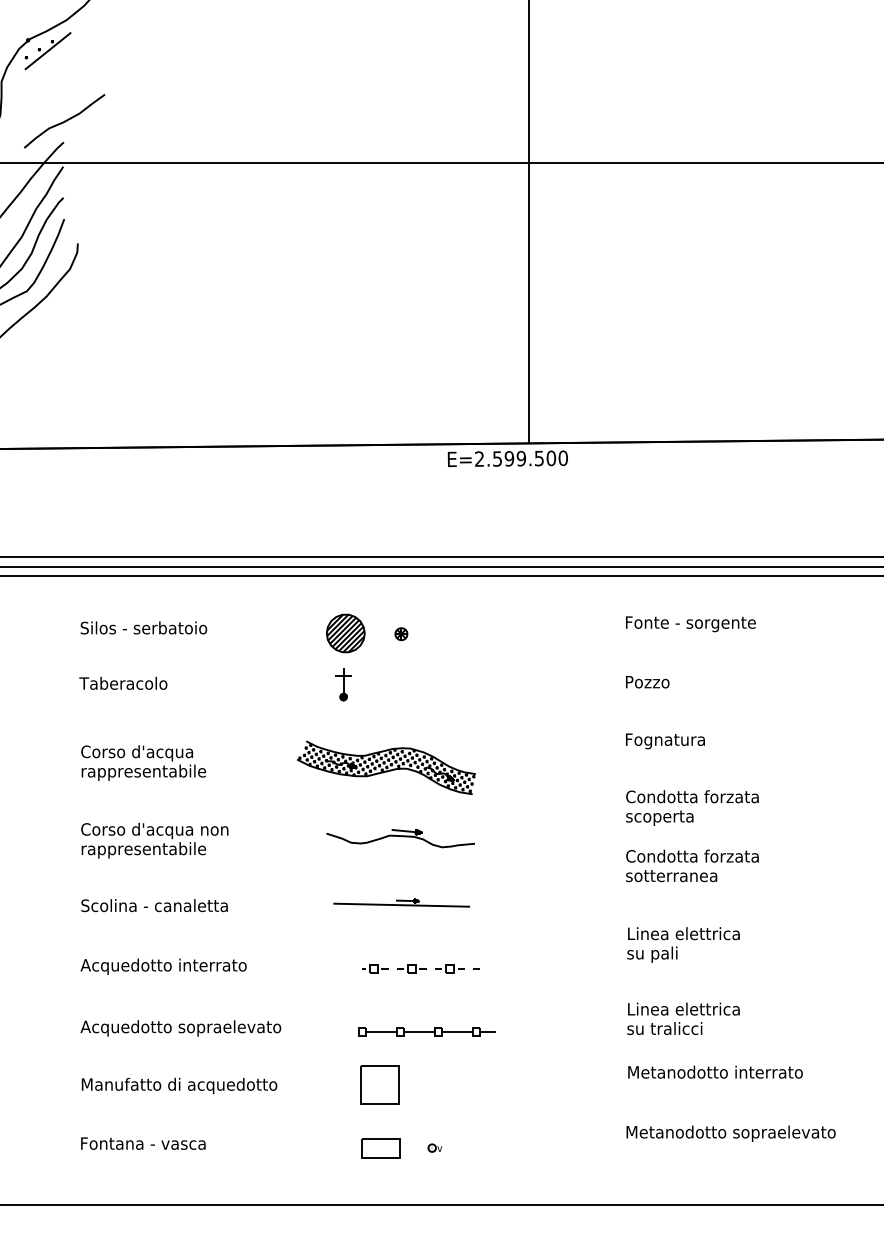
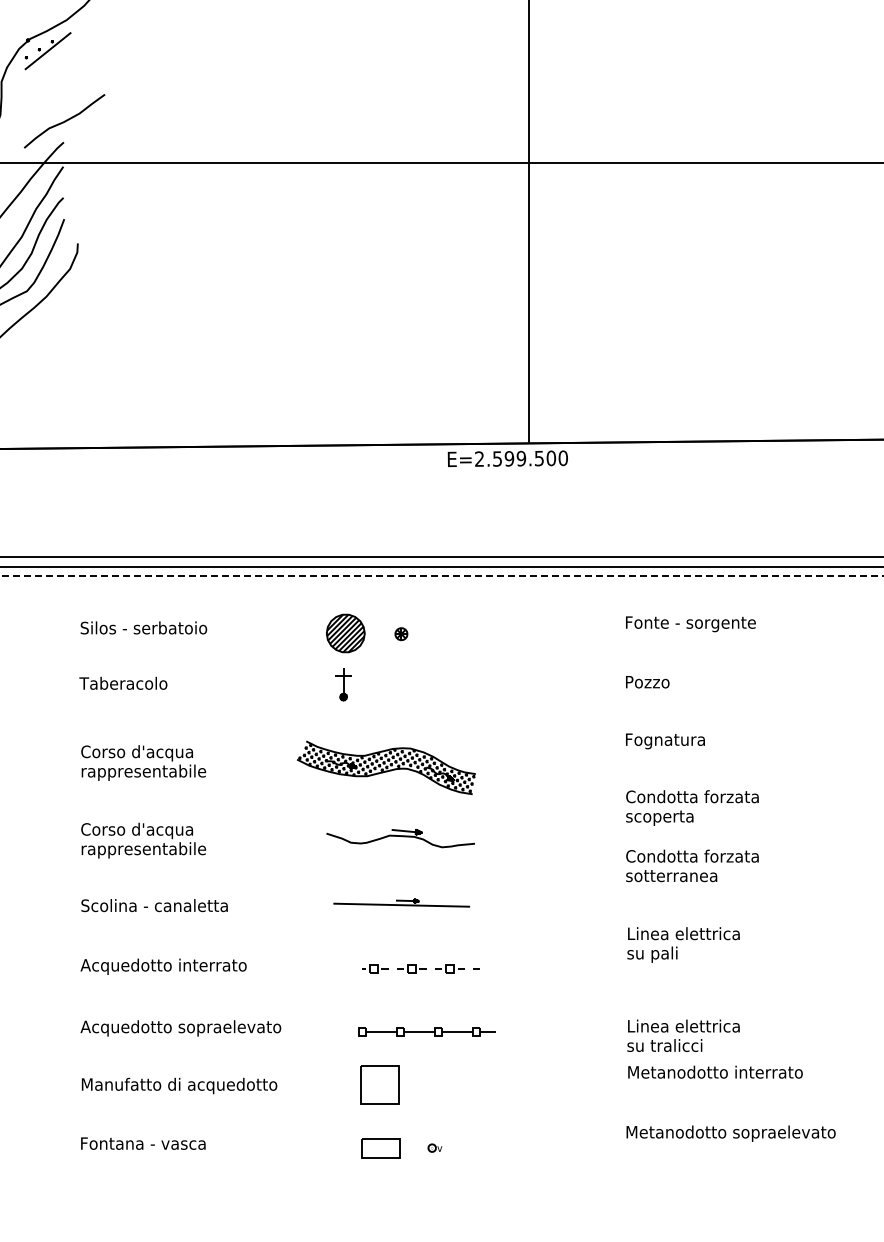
line at (442, 576): solid -> dashed
text at (214, 830): Corso d'acqua non -> Corso d'acqua
text at (683, 1018) position: (683, 1018) -> (683, 1035)
line at (441, 1204): present -> none
